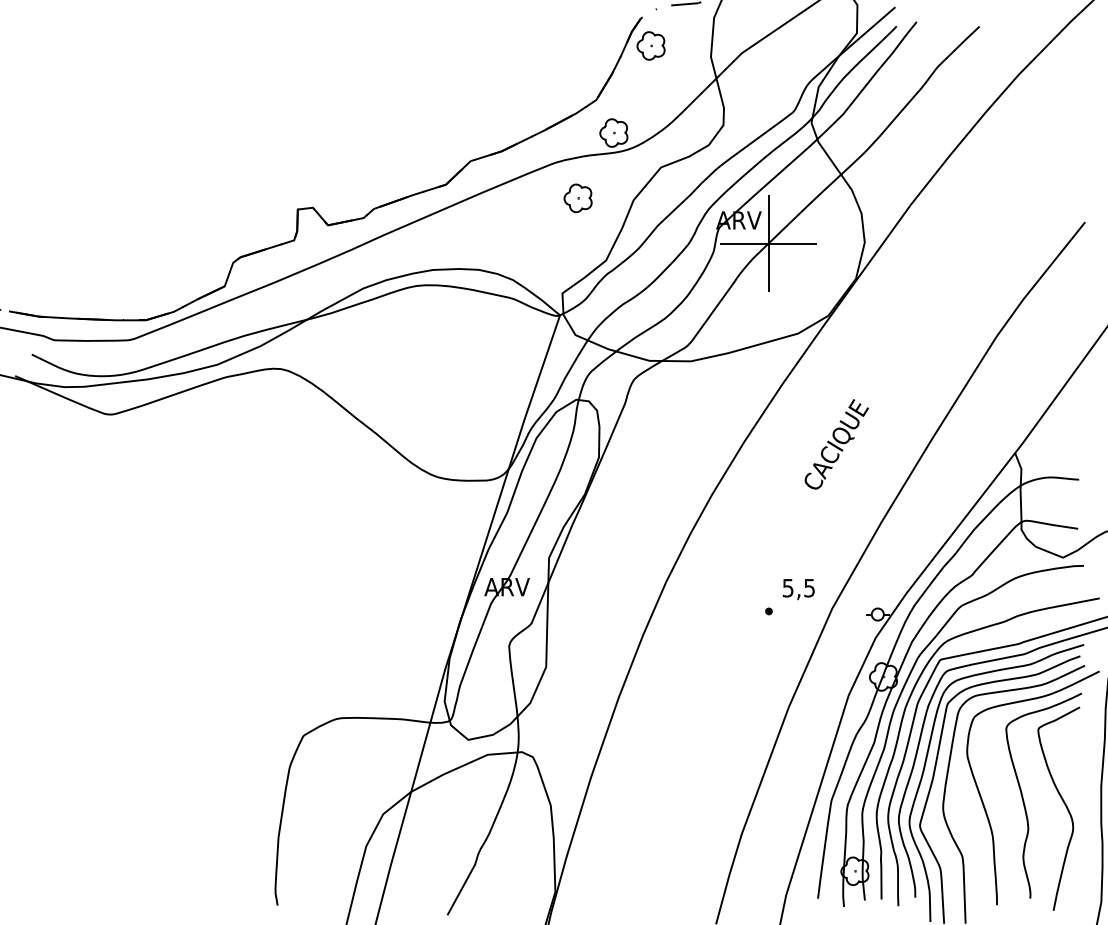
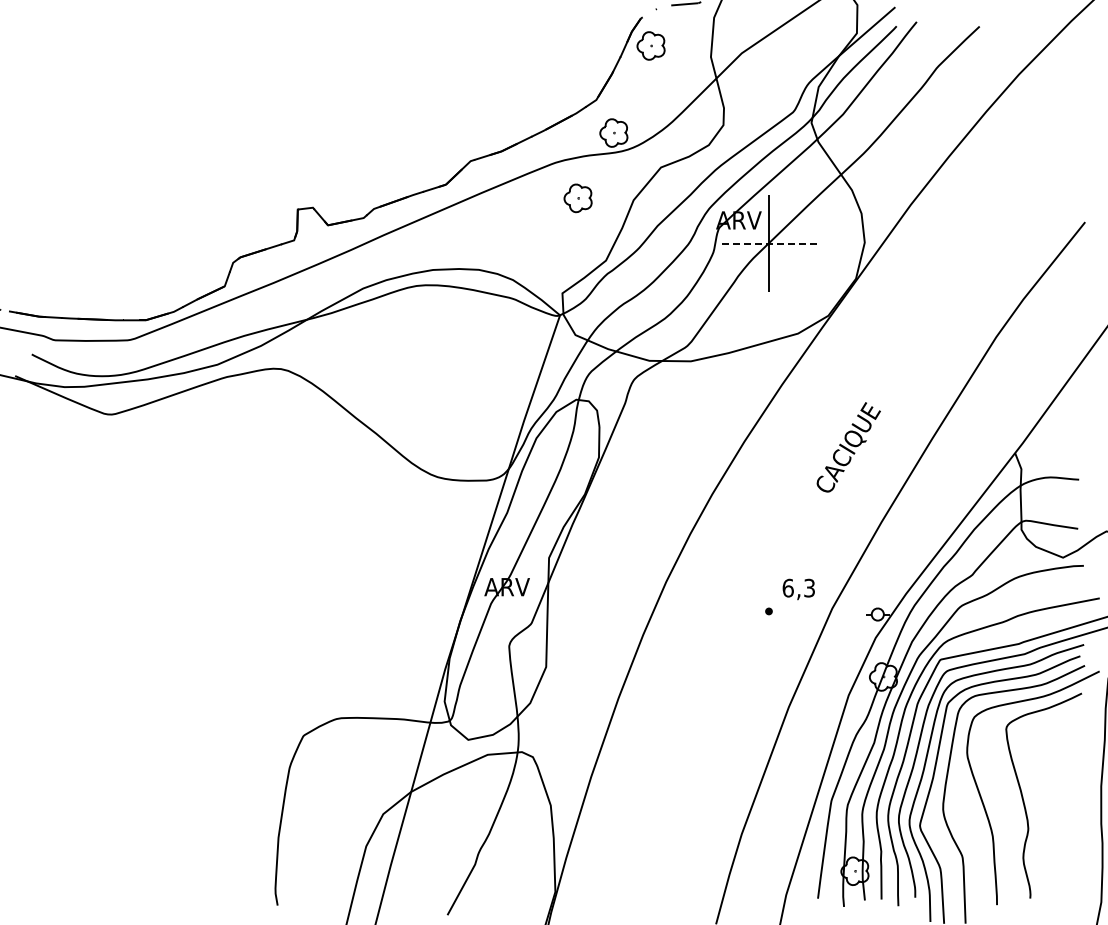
line at (768, 243): solid -> dashed
text at (836, 444) position: (836, 444) -> (848, 447)
text at (798, 587): 5,5 -> 6,3
curve at (1064, 805): present -> none
